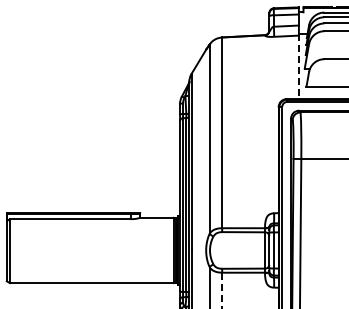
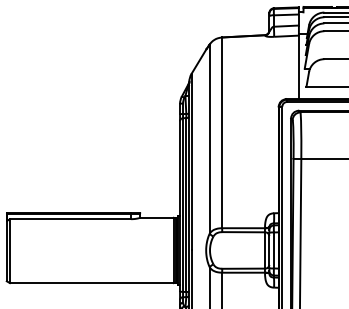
line at (298, 66): dashed -> solid
line at (222, 290): dashed -> solid
